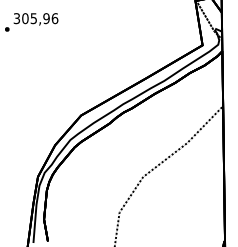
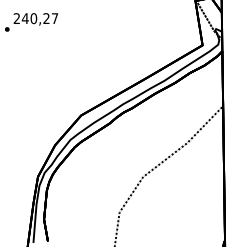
text at (35, 18): 305,96 -> 240,27
